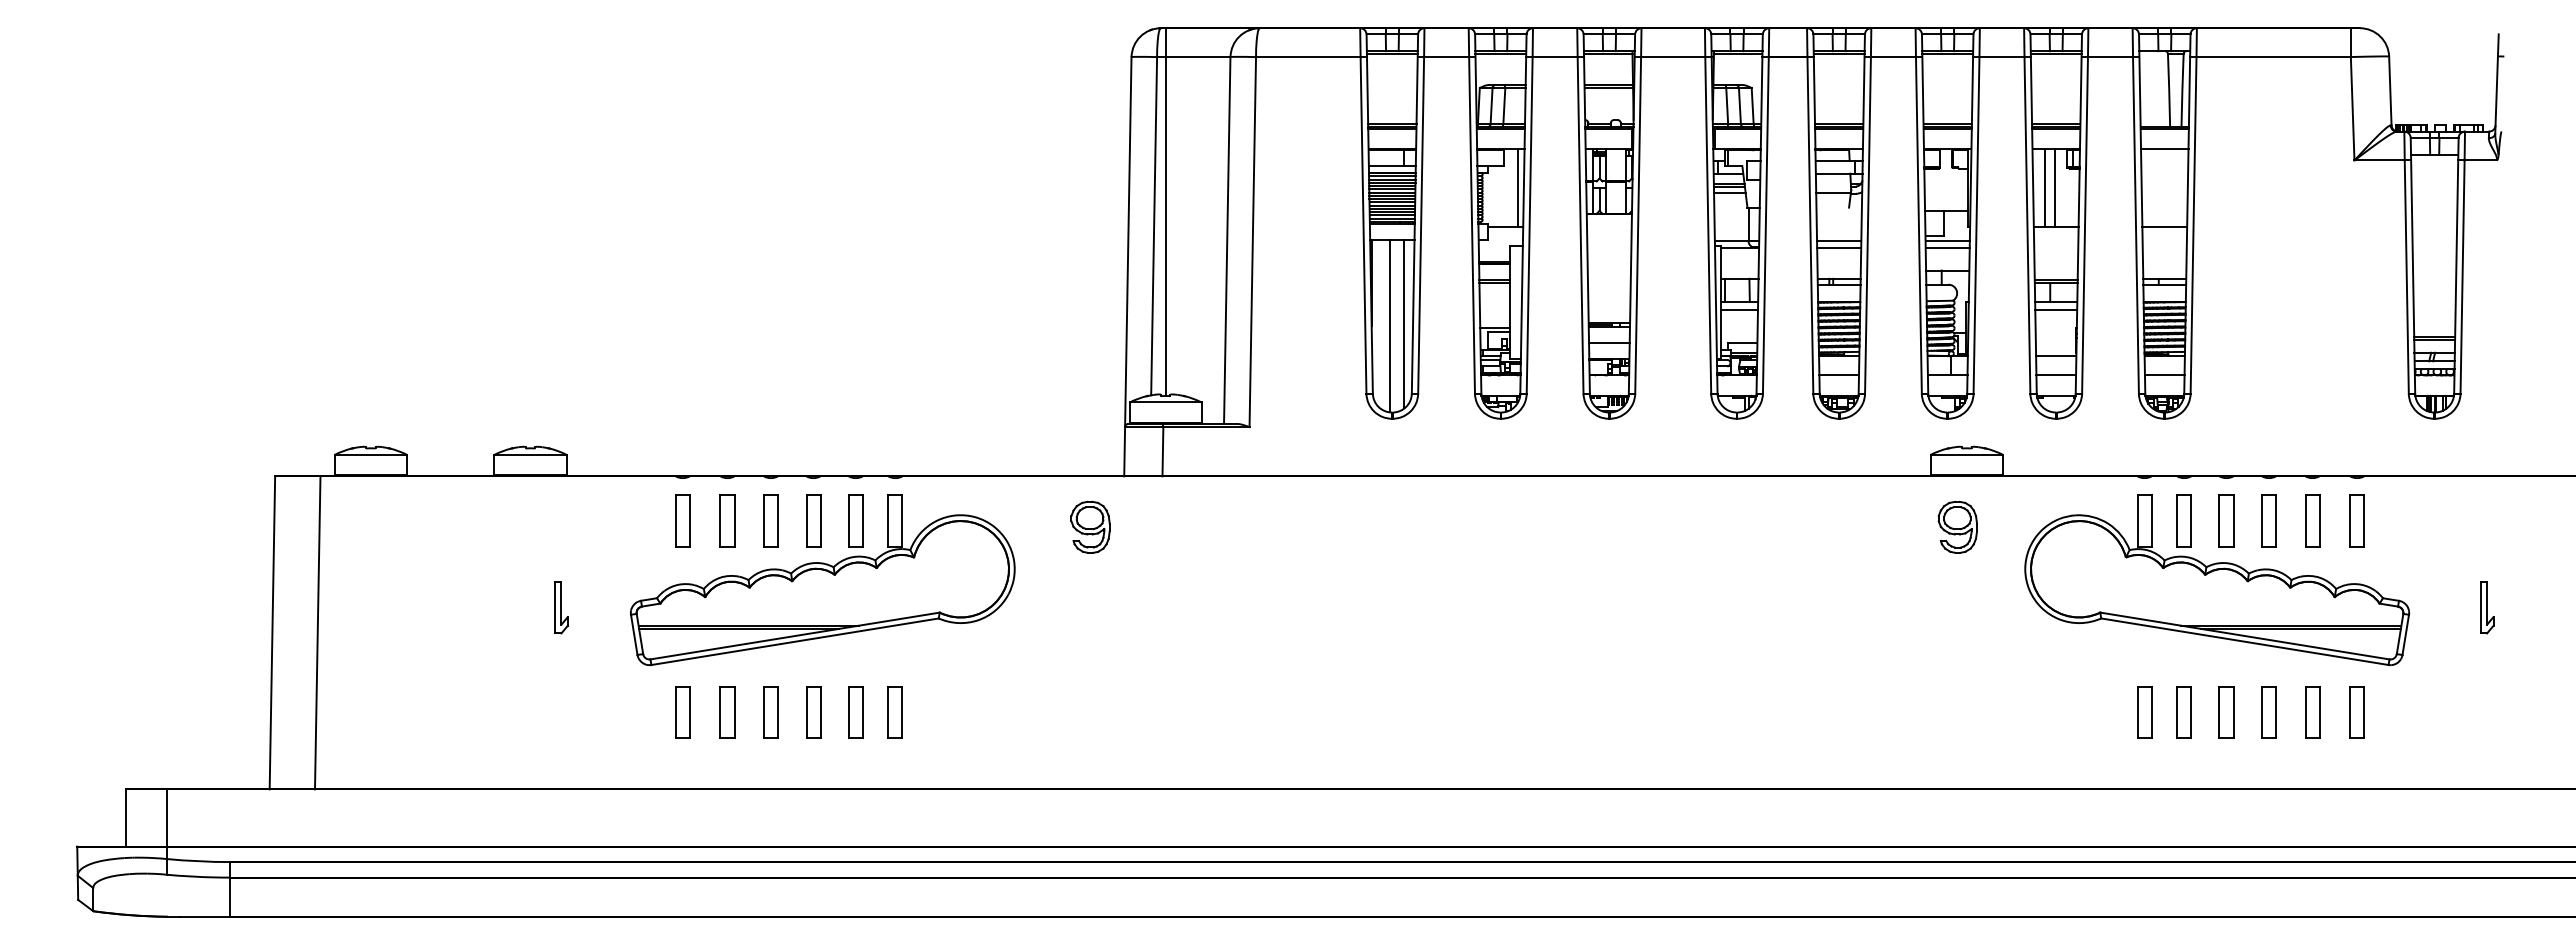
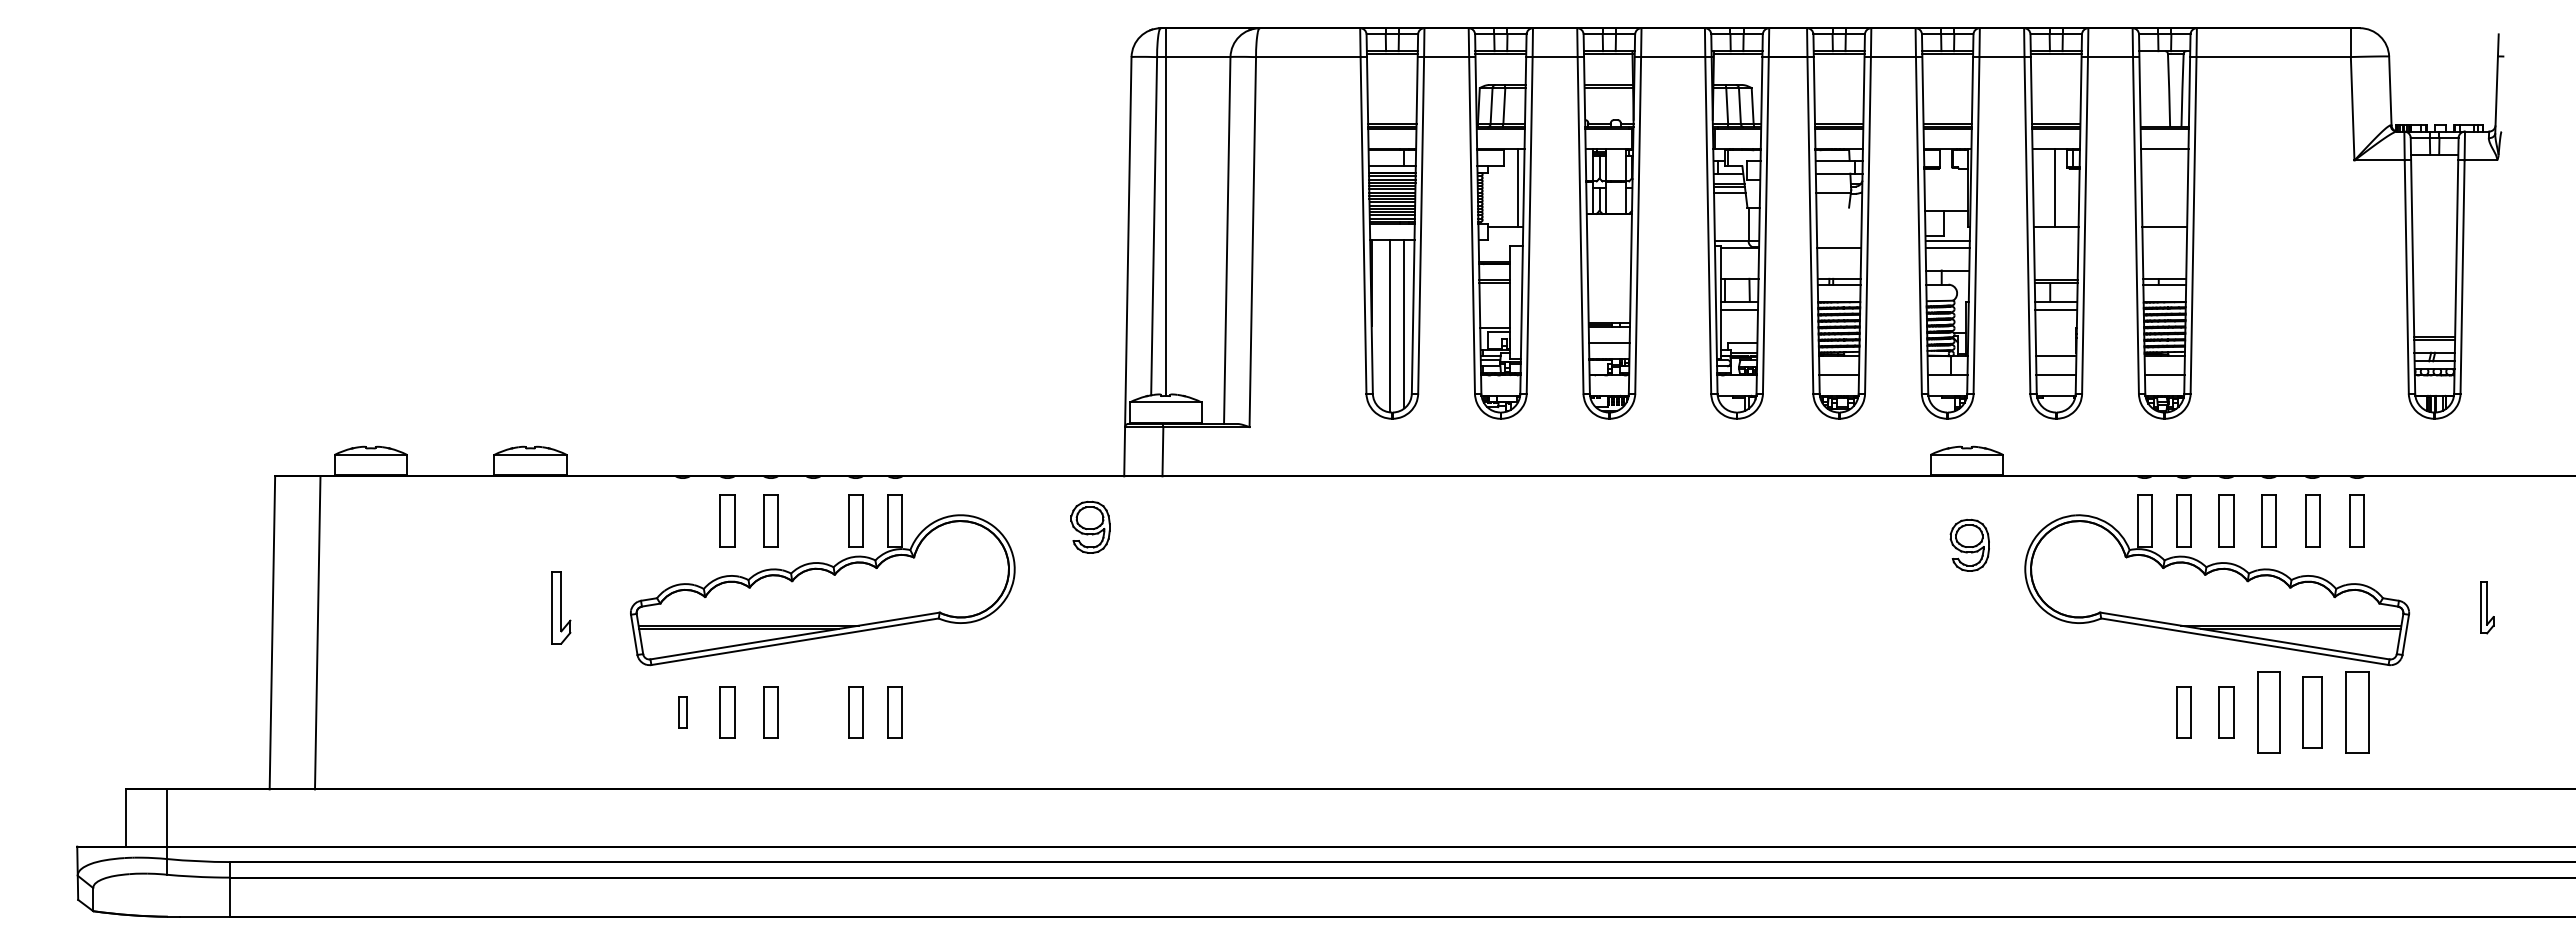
line at (2044, 188): present -> none
line at (1839, 241): present -> none
part at (682, 520): present -> none
part at (813, 520): present -> none
part at (1957, 526) position: (1957, 526) -> (1969, 544)
part at (561, 607) size: 15x54 px -> 21x74 px
part at (682, 712) size: 16x53 px -> 10x33 px
part at (813, 712): present -> none
part at (2144, 712): present -> none
part at (2268, 712) size: 16x53 px -> 24x83 px
part at (2312, 712) size: 16x53 px -> 21x73 px
part at (2356, 712) size: 16x53 px -> 25x83 px
